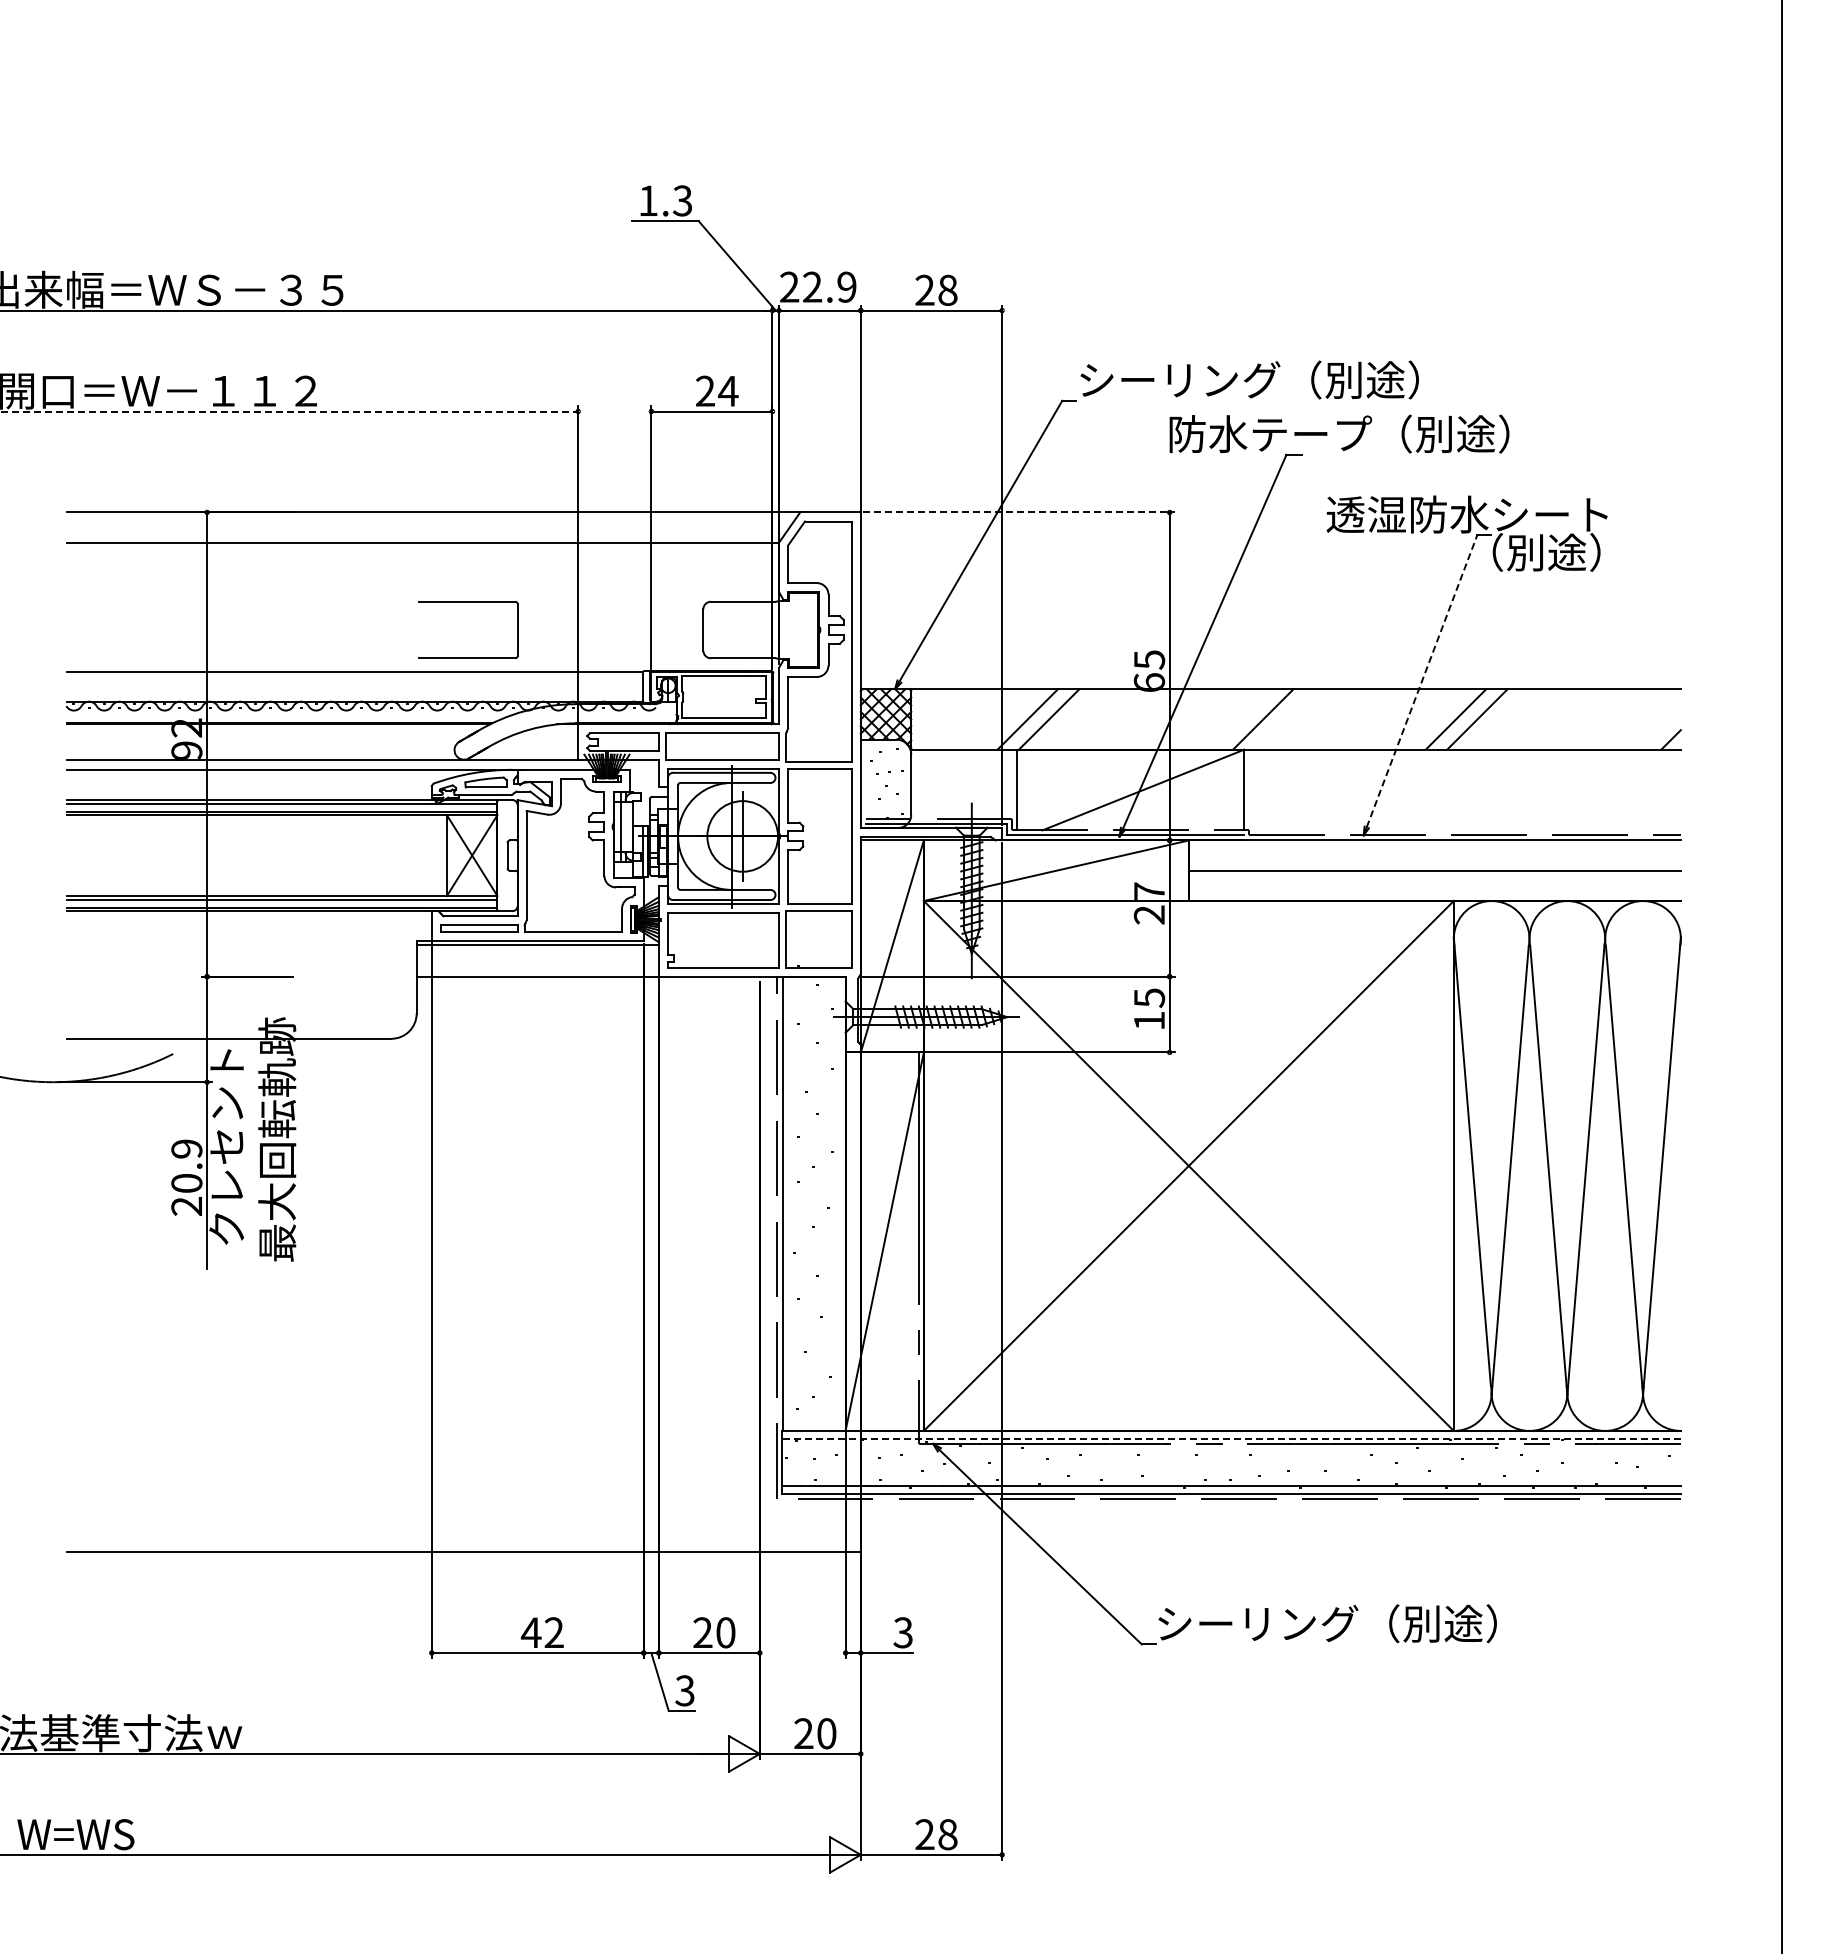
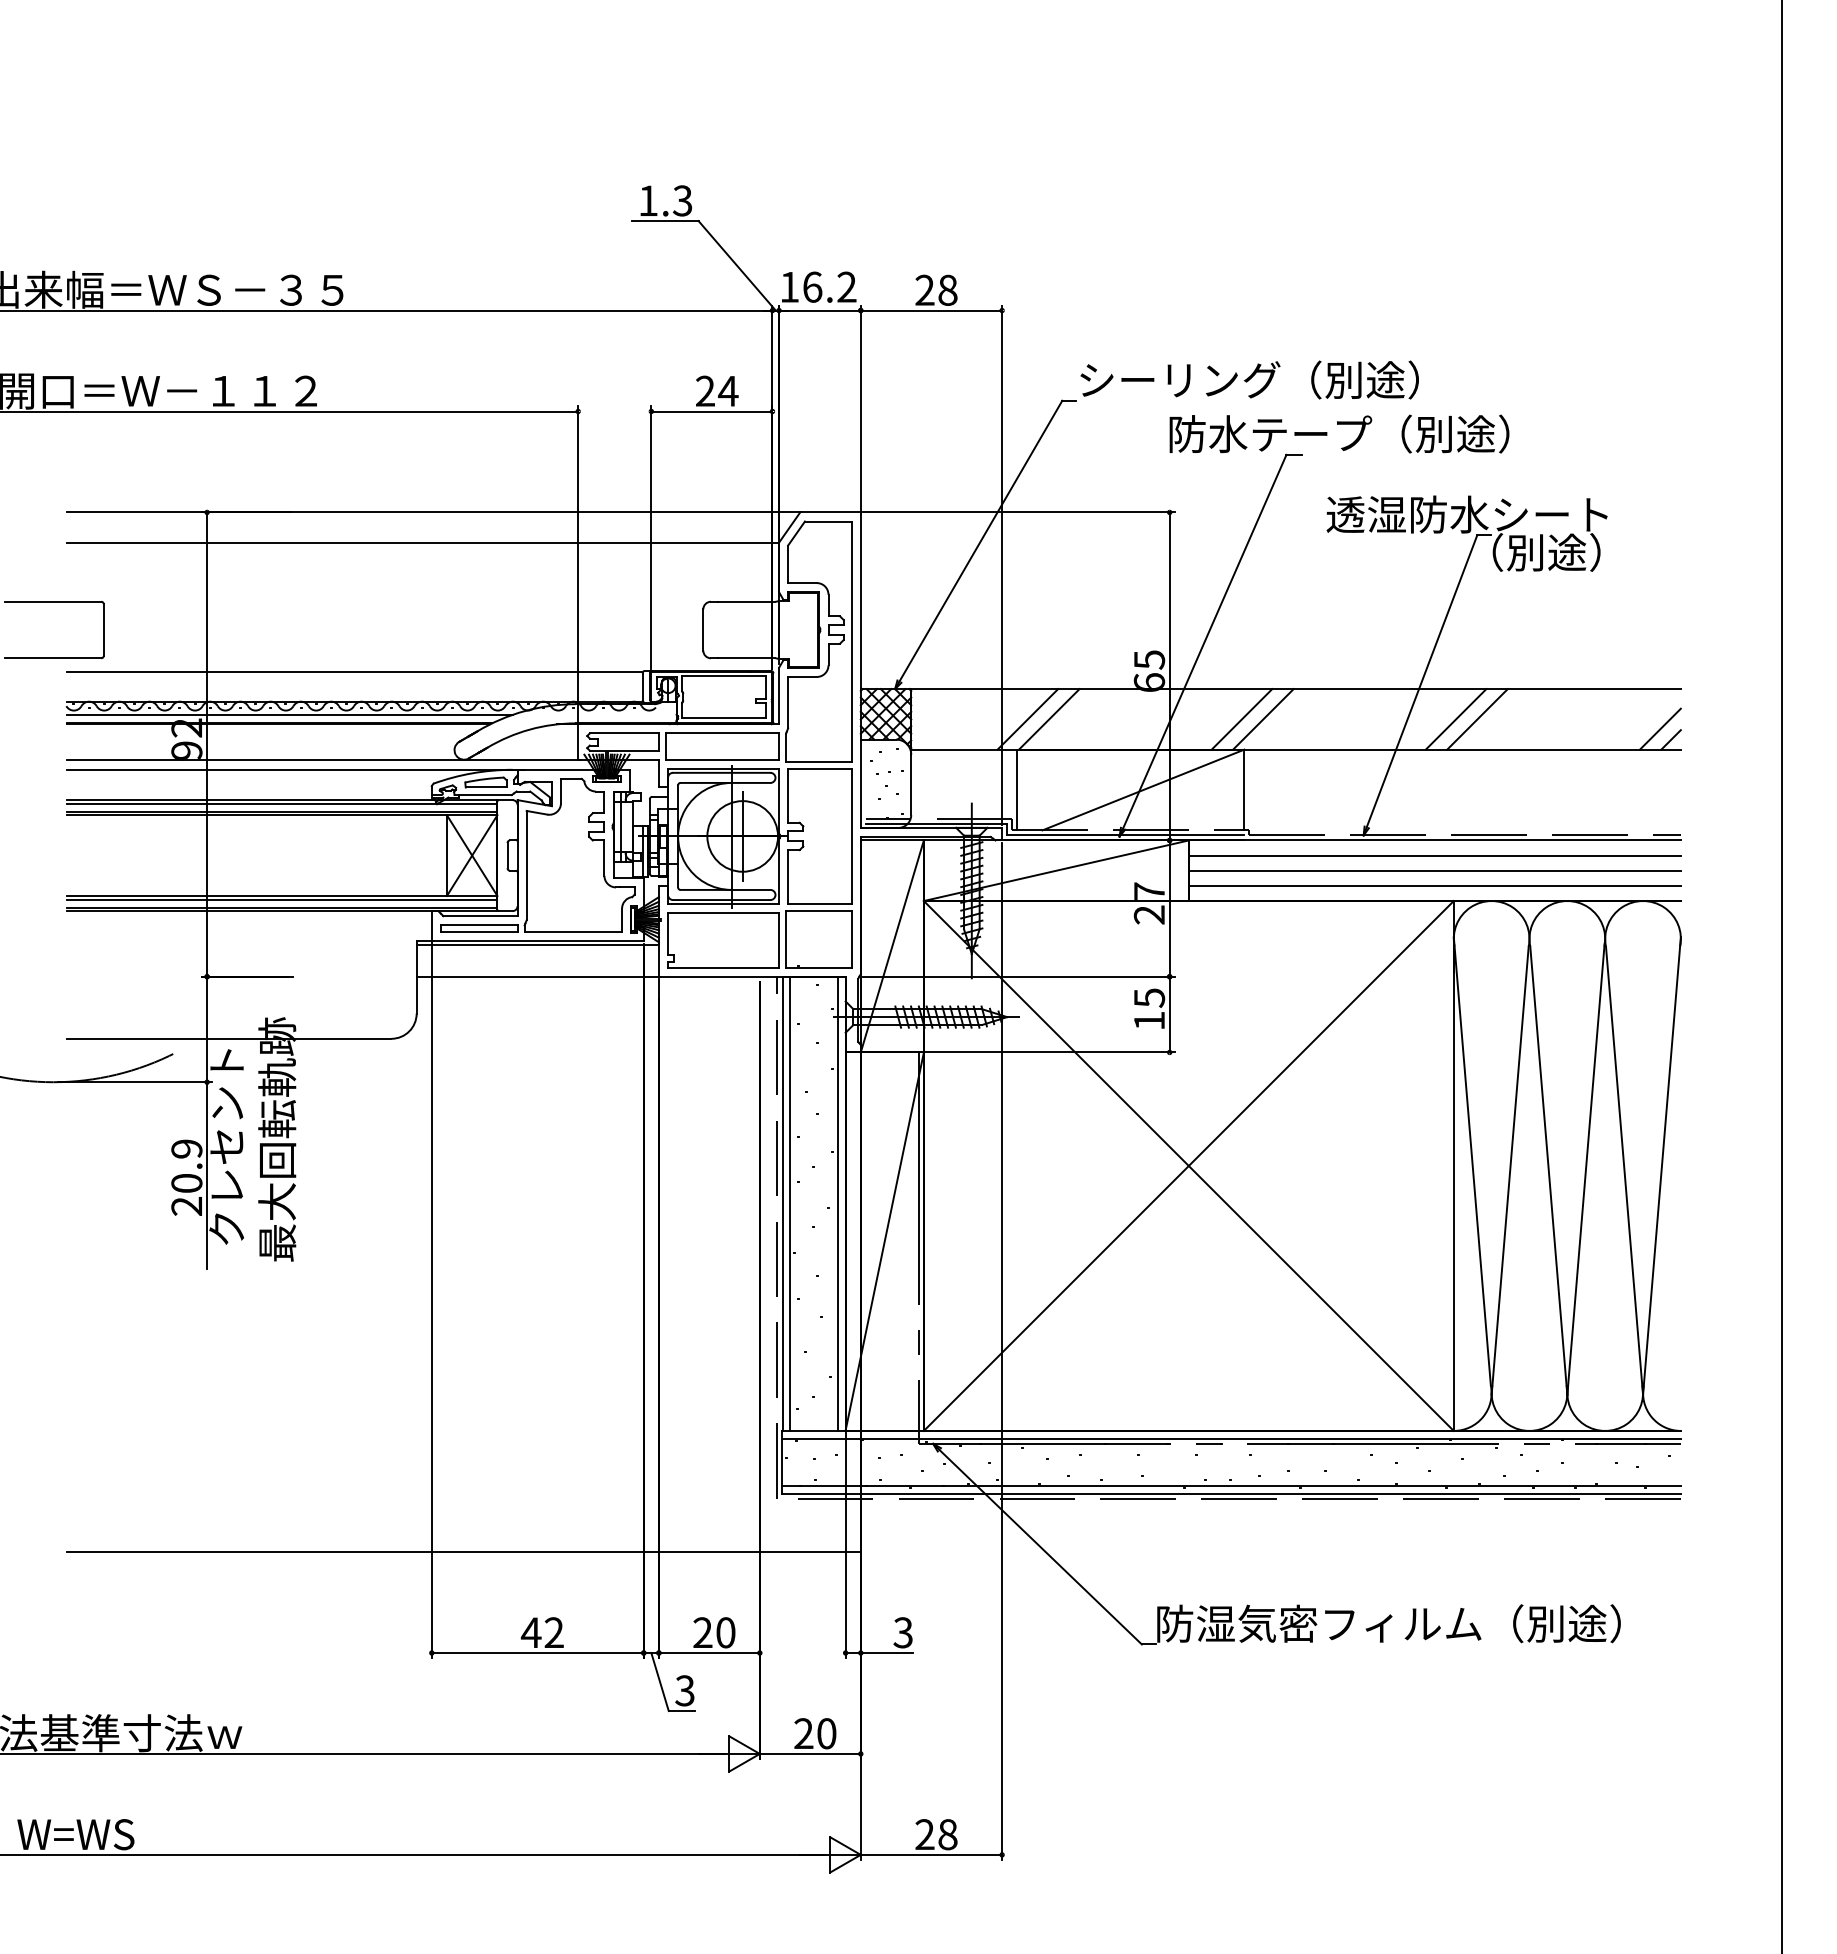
text at (818, 286): 22.9 -> 16.2
line at (289, 411): dashed -> solid
line at (1019, 512): dashed -> solid
part at (468, 657) position: (468, 657) -> (54, 657)
line at (1422, 680): dashed -> solid
line at (289, 714): none -> present
line at (1241, 719): none -> present
line at (1659, 728): none -> present
line at (1434, 855): none -> present
line at (1434, 885): none -> present
line at (790, 1203): none -> present
line at (838, 1203): none -> present
line at (1231, 1438): dashed -> solid
text at (1388, 1623): シーリング（別途） -> 防湿気密フィルム（別途）
